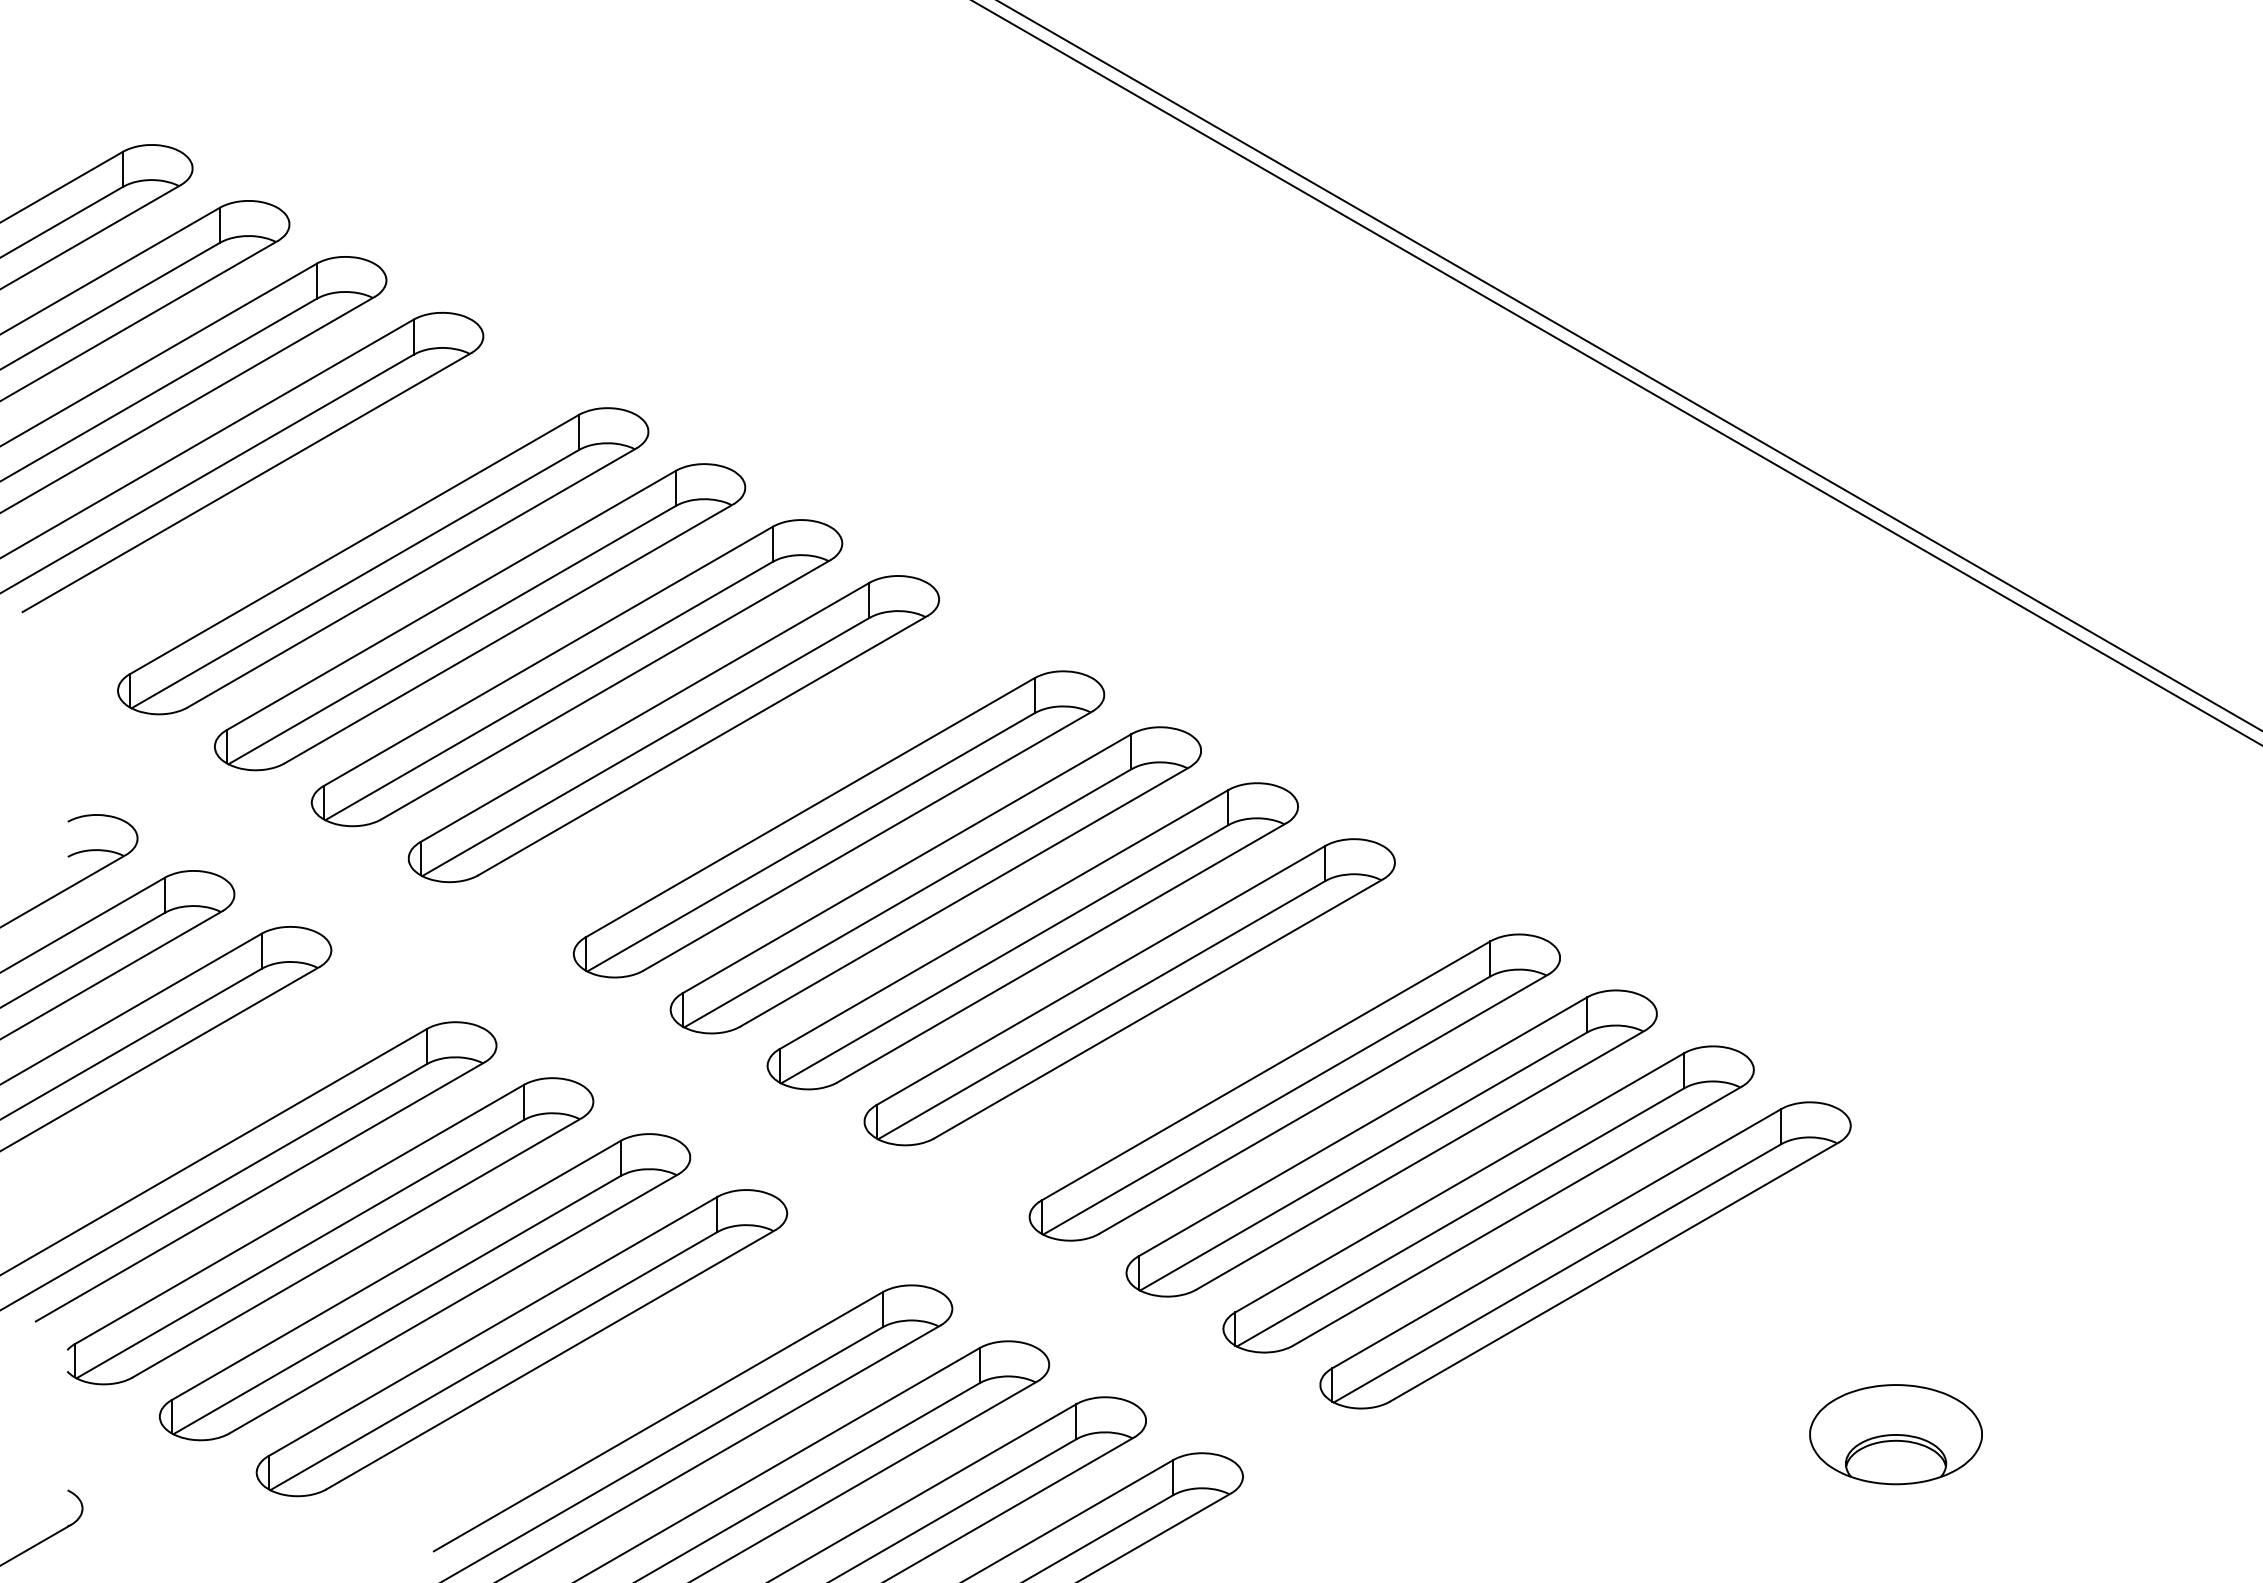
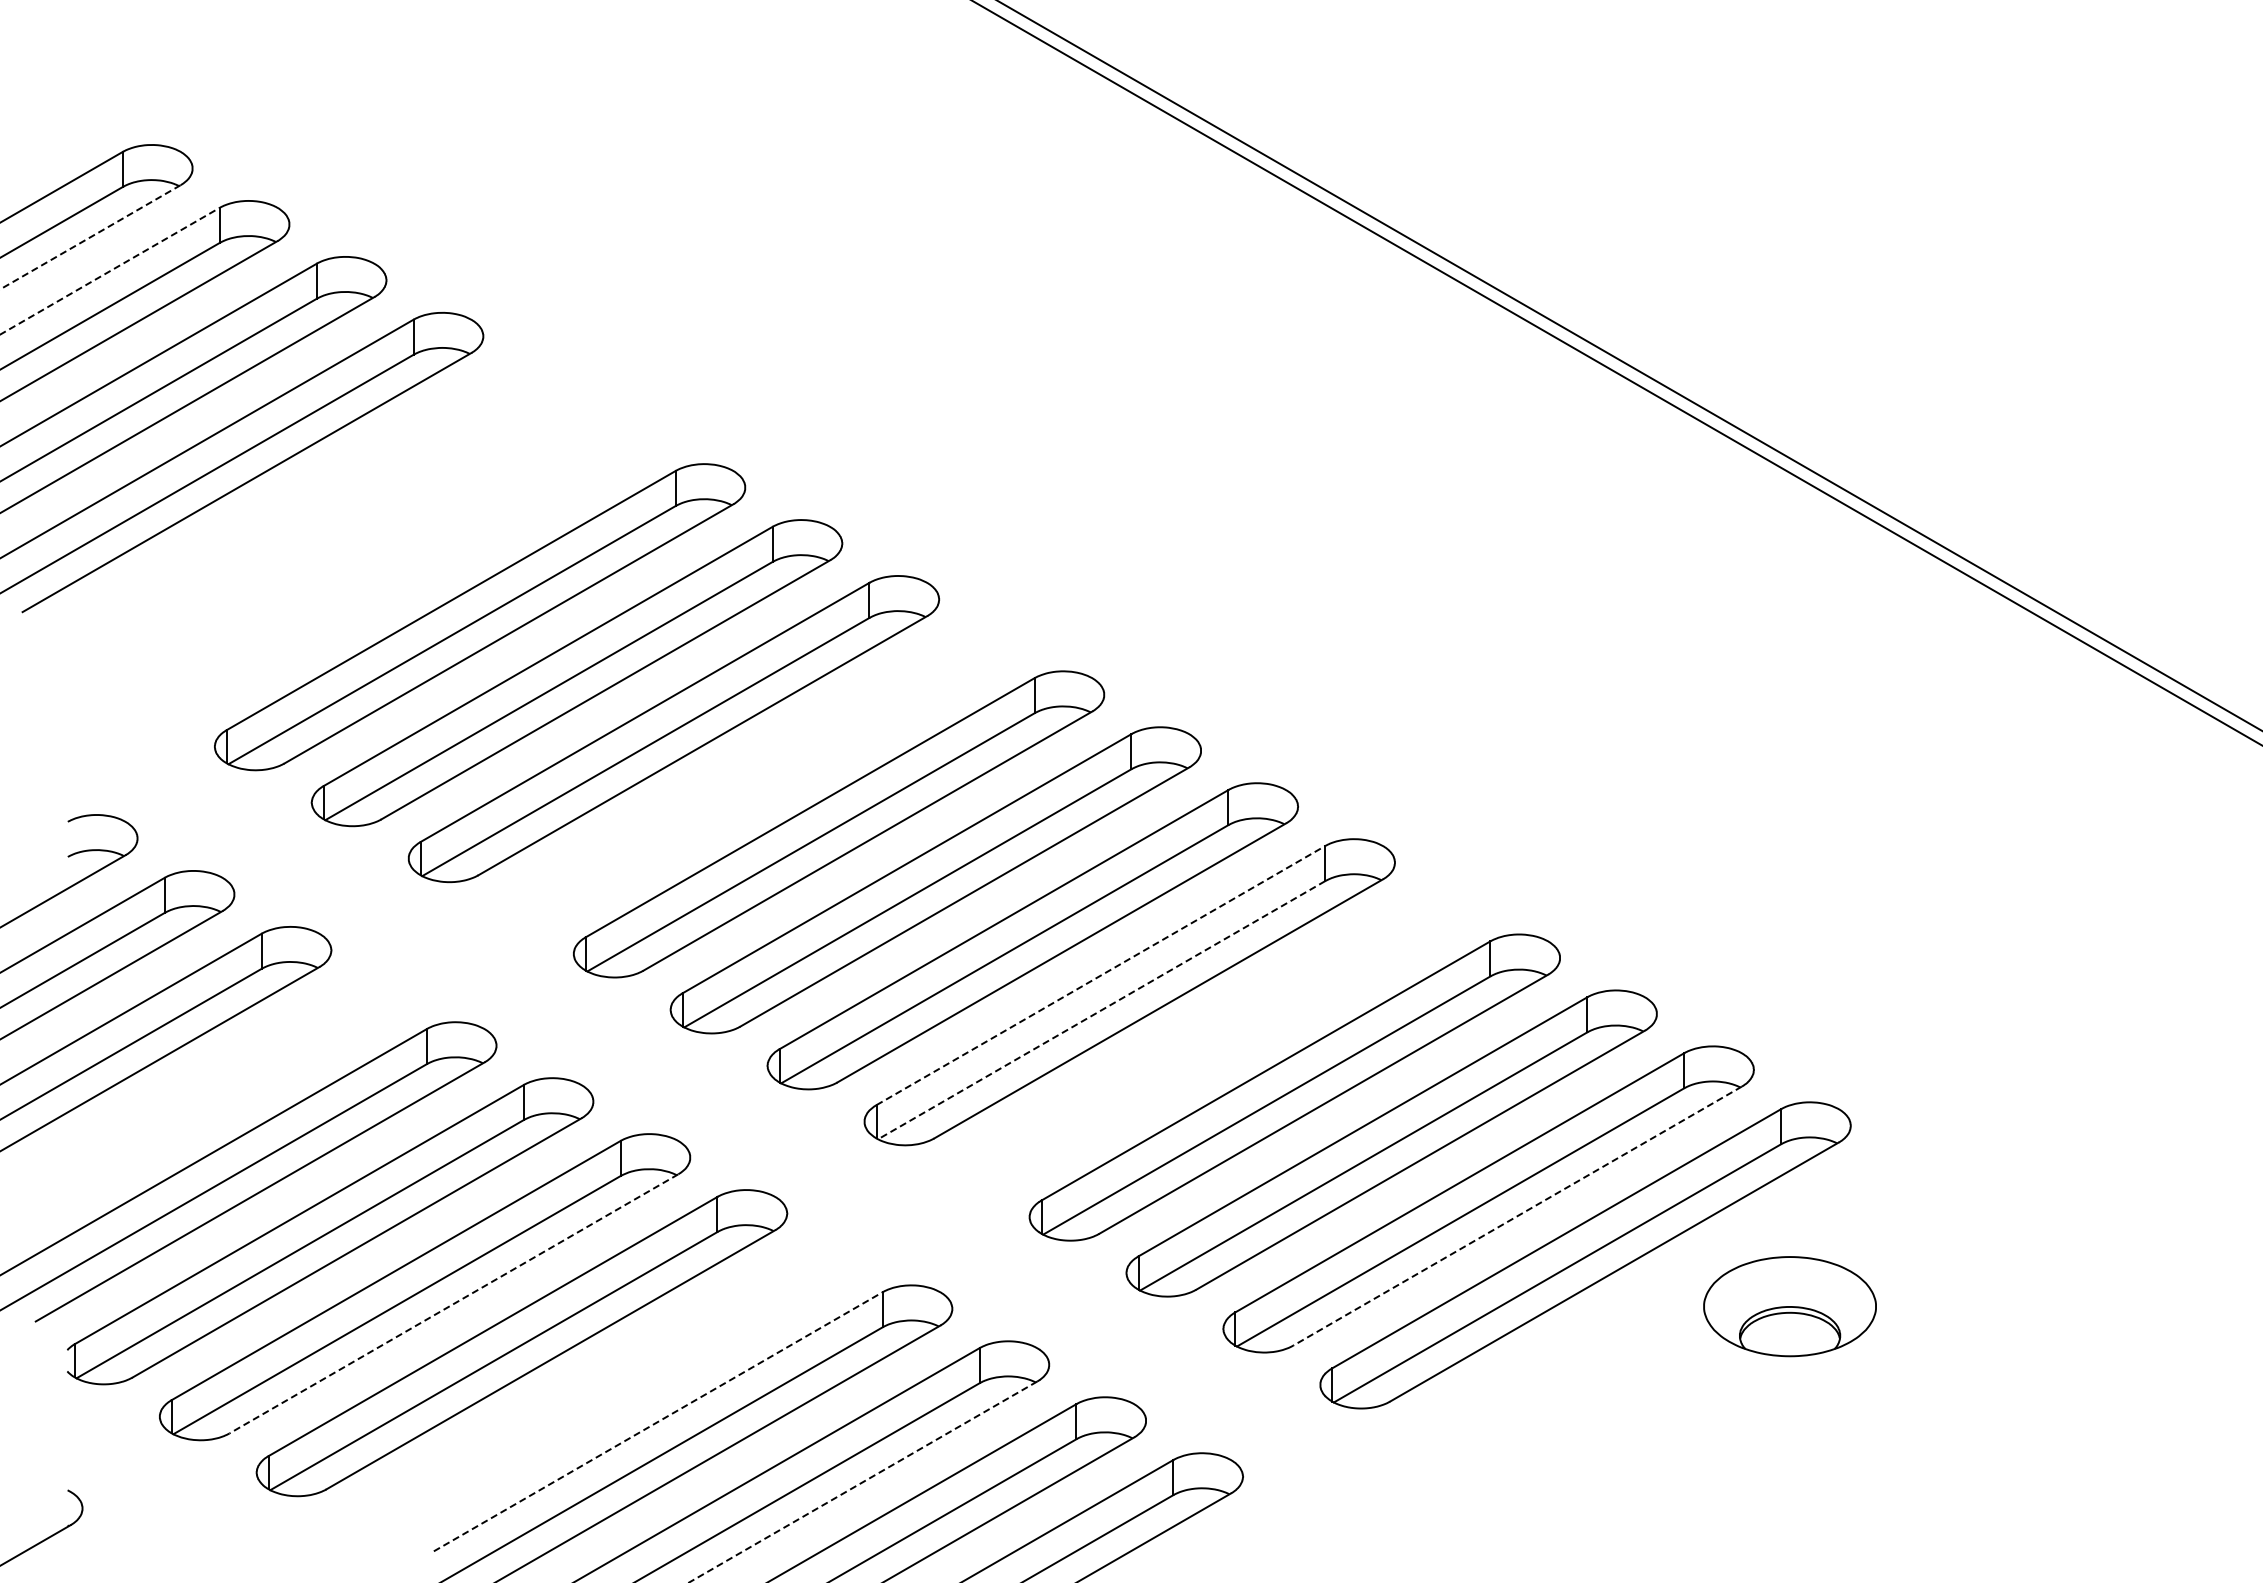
line at (90, 237): solid -> dashed
line at (110, 271): solid -> dashed
part at (383, 561): present -> none
line at (1101, 975): solid -> dashed
line at (1101, 1010): solid -> dashed
line at (1517, 1216): solid -> dashed
line at (453, 1304): solid -> dashed
line at (658, 1421): solid -> dashed
part at (1895, 1434) position: (1895, 1434) -> (1789, 1306)
line at (862, 1482): solid -> dashed
